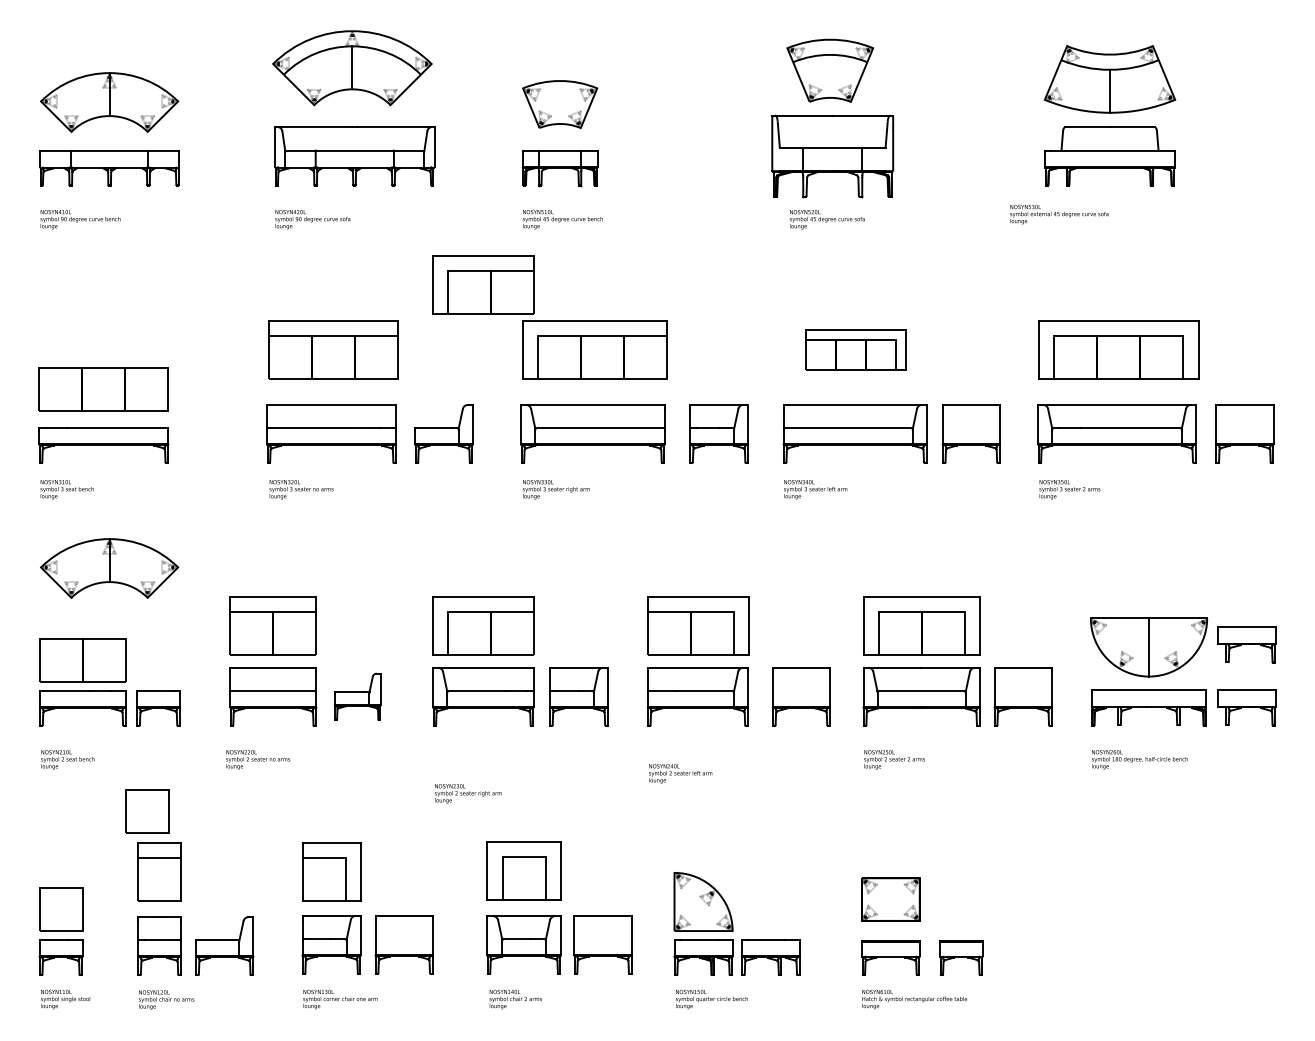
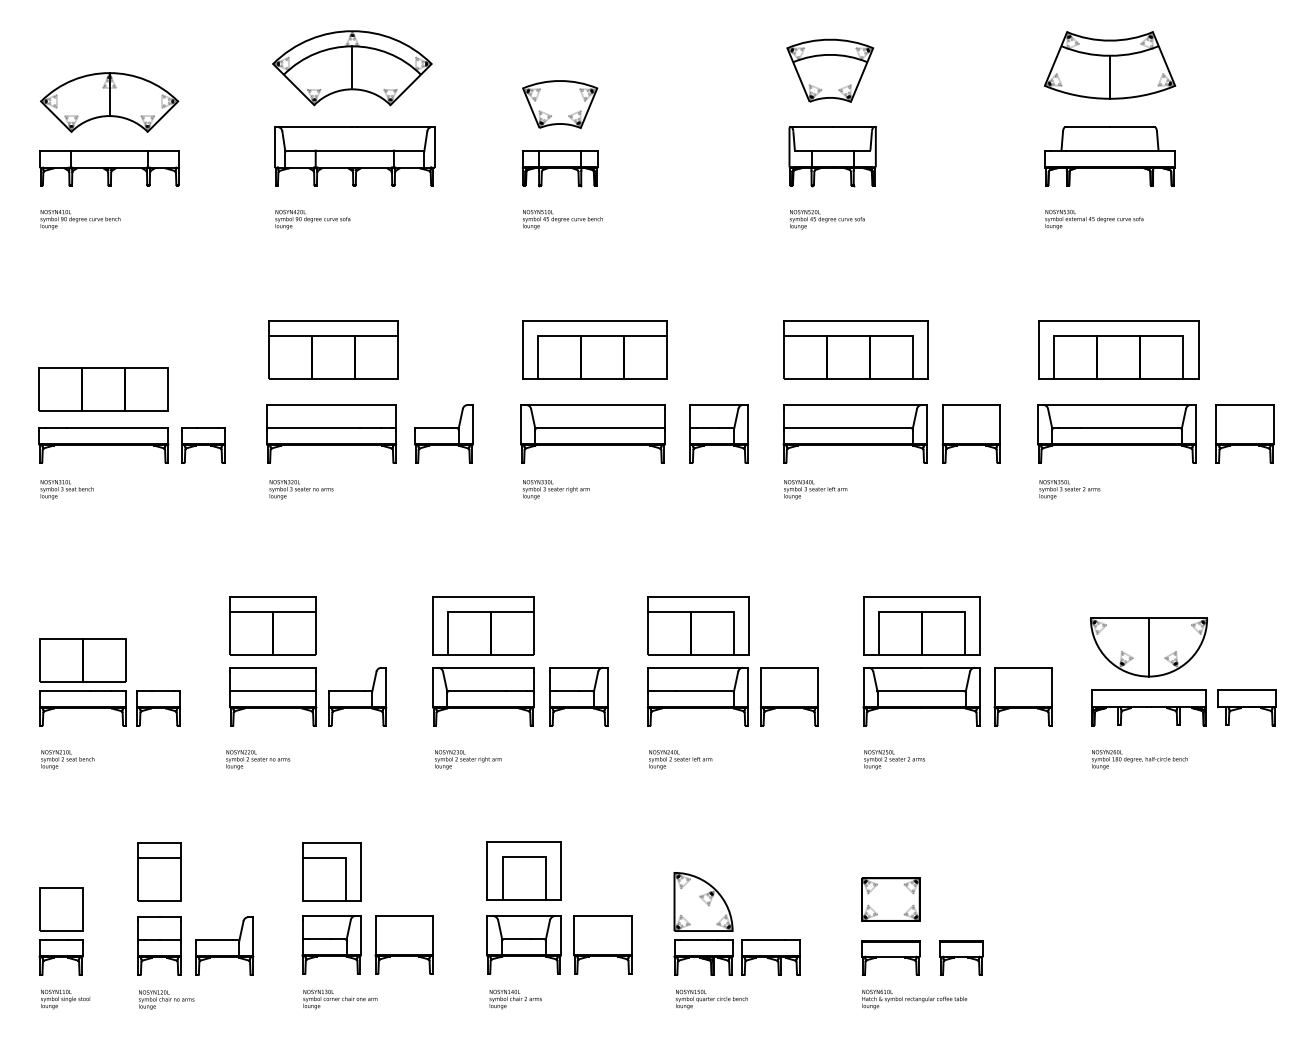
part at (1109, 79) position: (1109, 79) -> (1109, 65)
part at (832, 156) size: 124x85 px -> 89x62 px
text at (1059, 214) position: (1059, 214) -> (1094, 219)
part at (483, 284): present -> none
part at (855, 349) size: 102x42 px -> 146x60 px
part at (203, 445): none -> present
part at (109, 568): present -> none
part at (1246, 644): present -> none
part at (357, 696) size: 48x49 px -> 60x60 px
part at (801, 696) position: (801, 696) -> (789, 696)
text at (680, 773) position: (680, 773) -> (680, 759)
text at (468, 793) position: (468, 793) -> (468, 759)
part at (147, 811): present -> none
